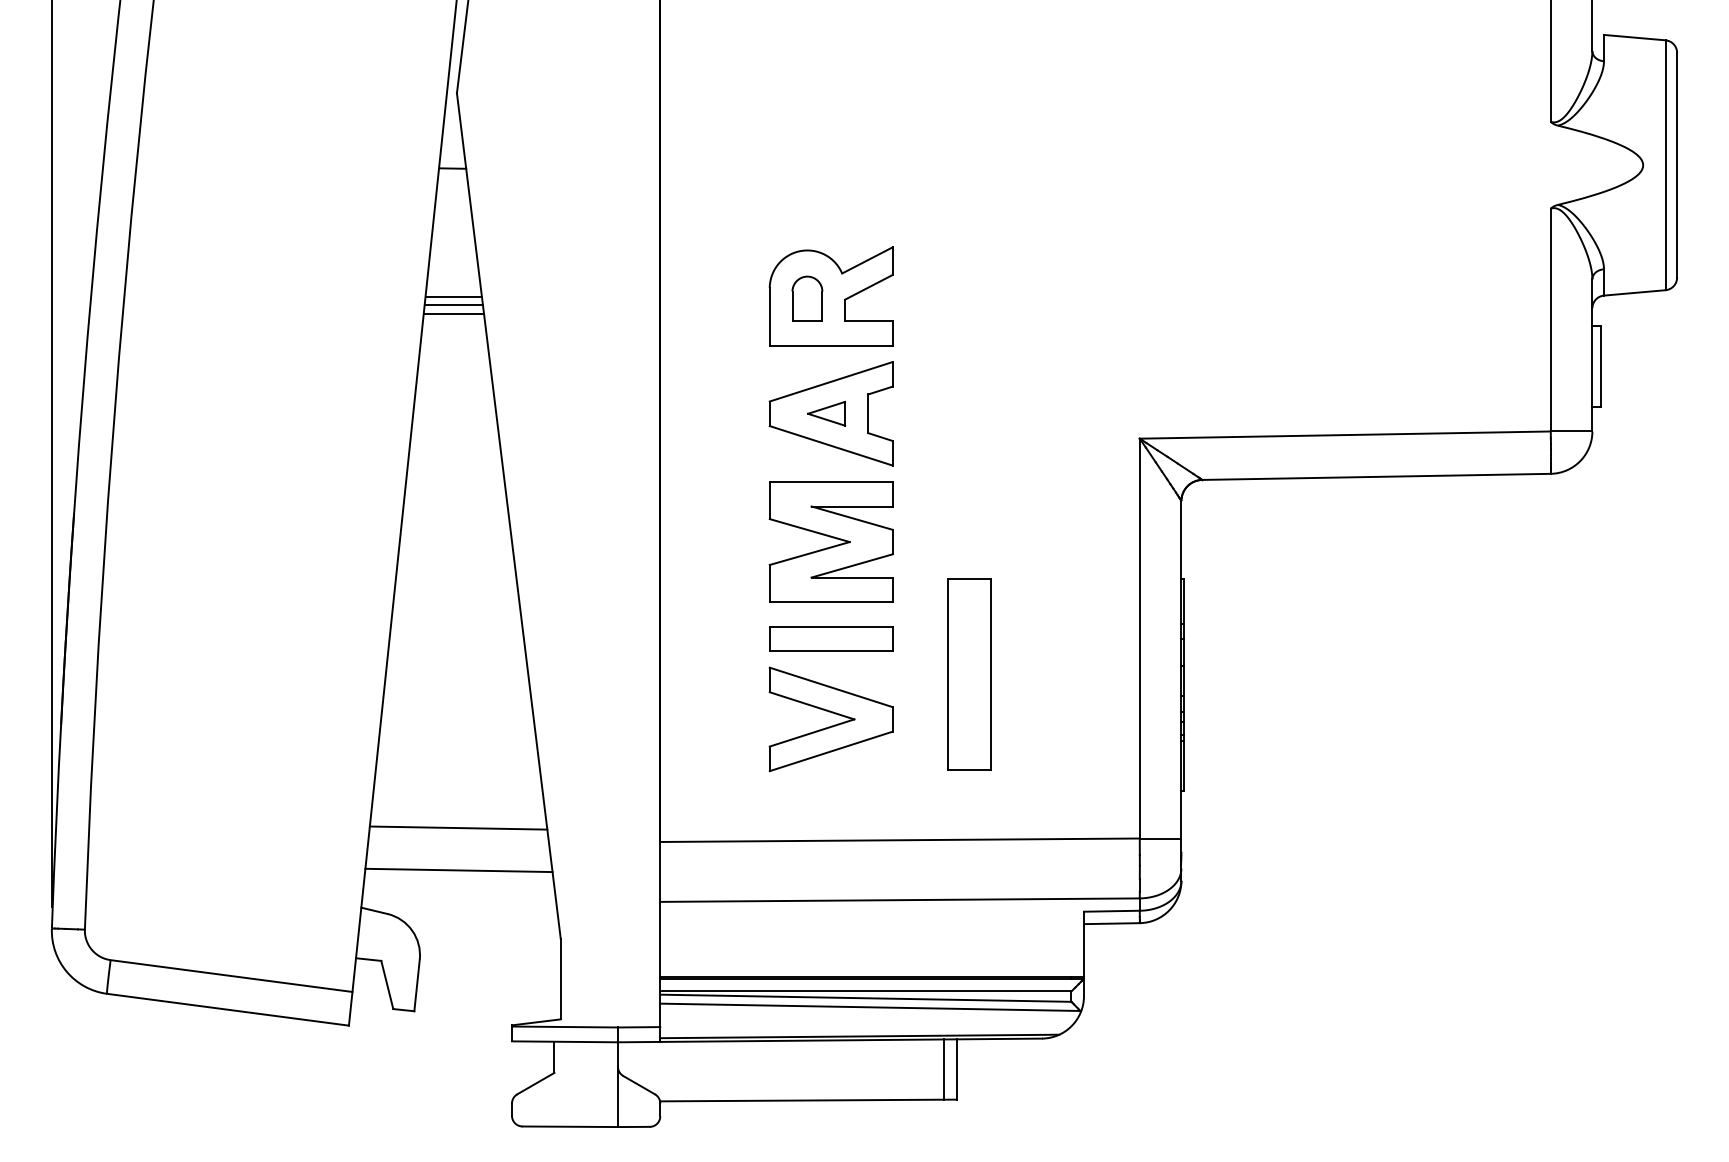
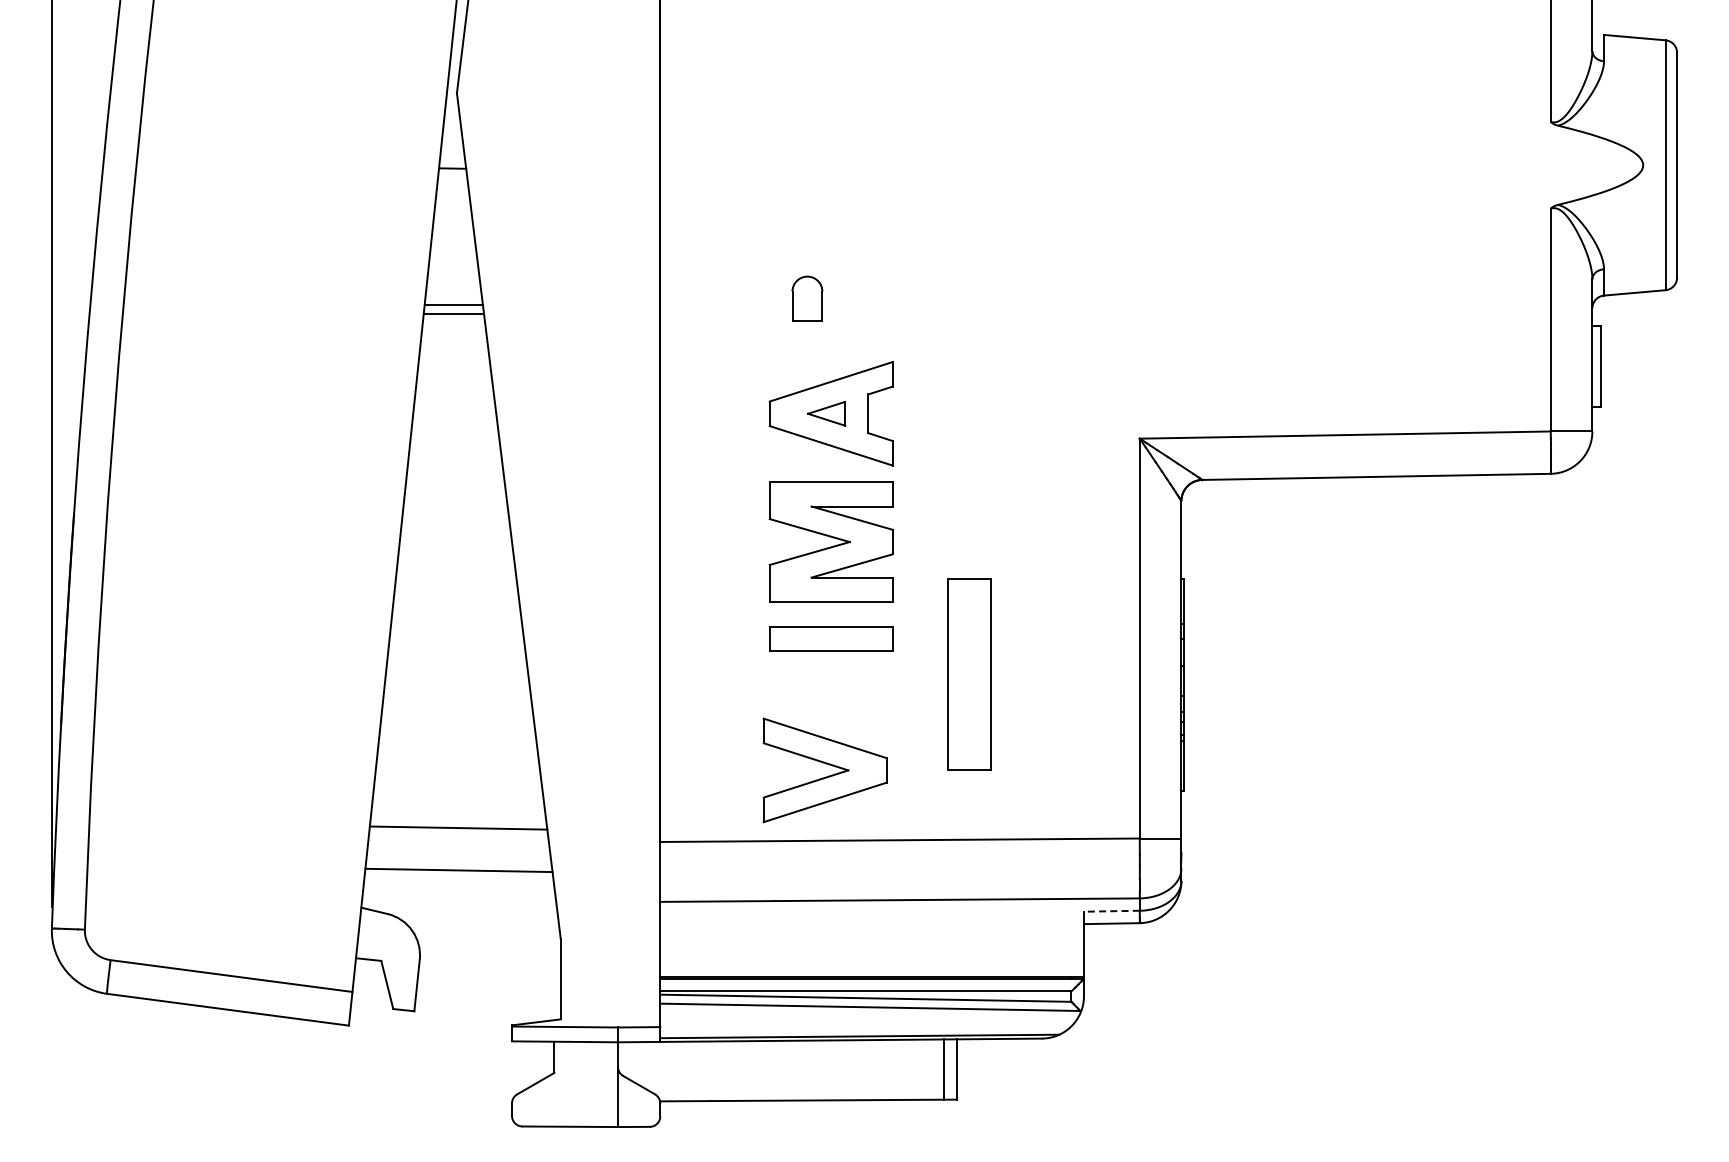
line at (453, 296): present -> none
part at (830, 296): present -> none
part at (831, 725) position: (831, 725) -> (825, 776)
line at (1111, 911): solid -> dashed
